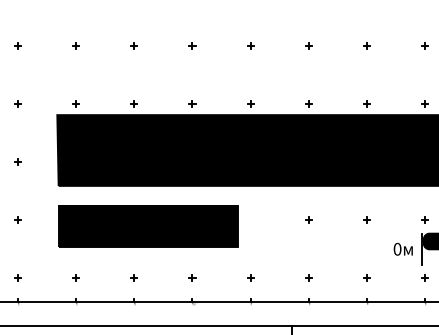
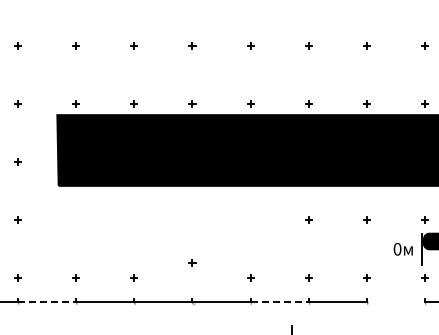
part at (148, 226): present -> none
part at (192, 277) position: (192, 277) -> (192, 262)
line at (47, 301): solid -> dashed
line at (279, 301): solid -> dashed
line at (395, 301): present -> none
line at (218, 326): present -> none
